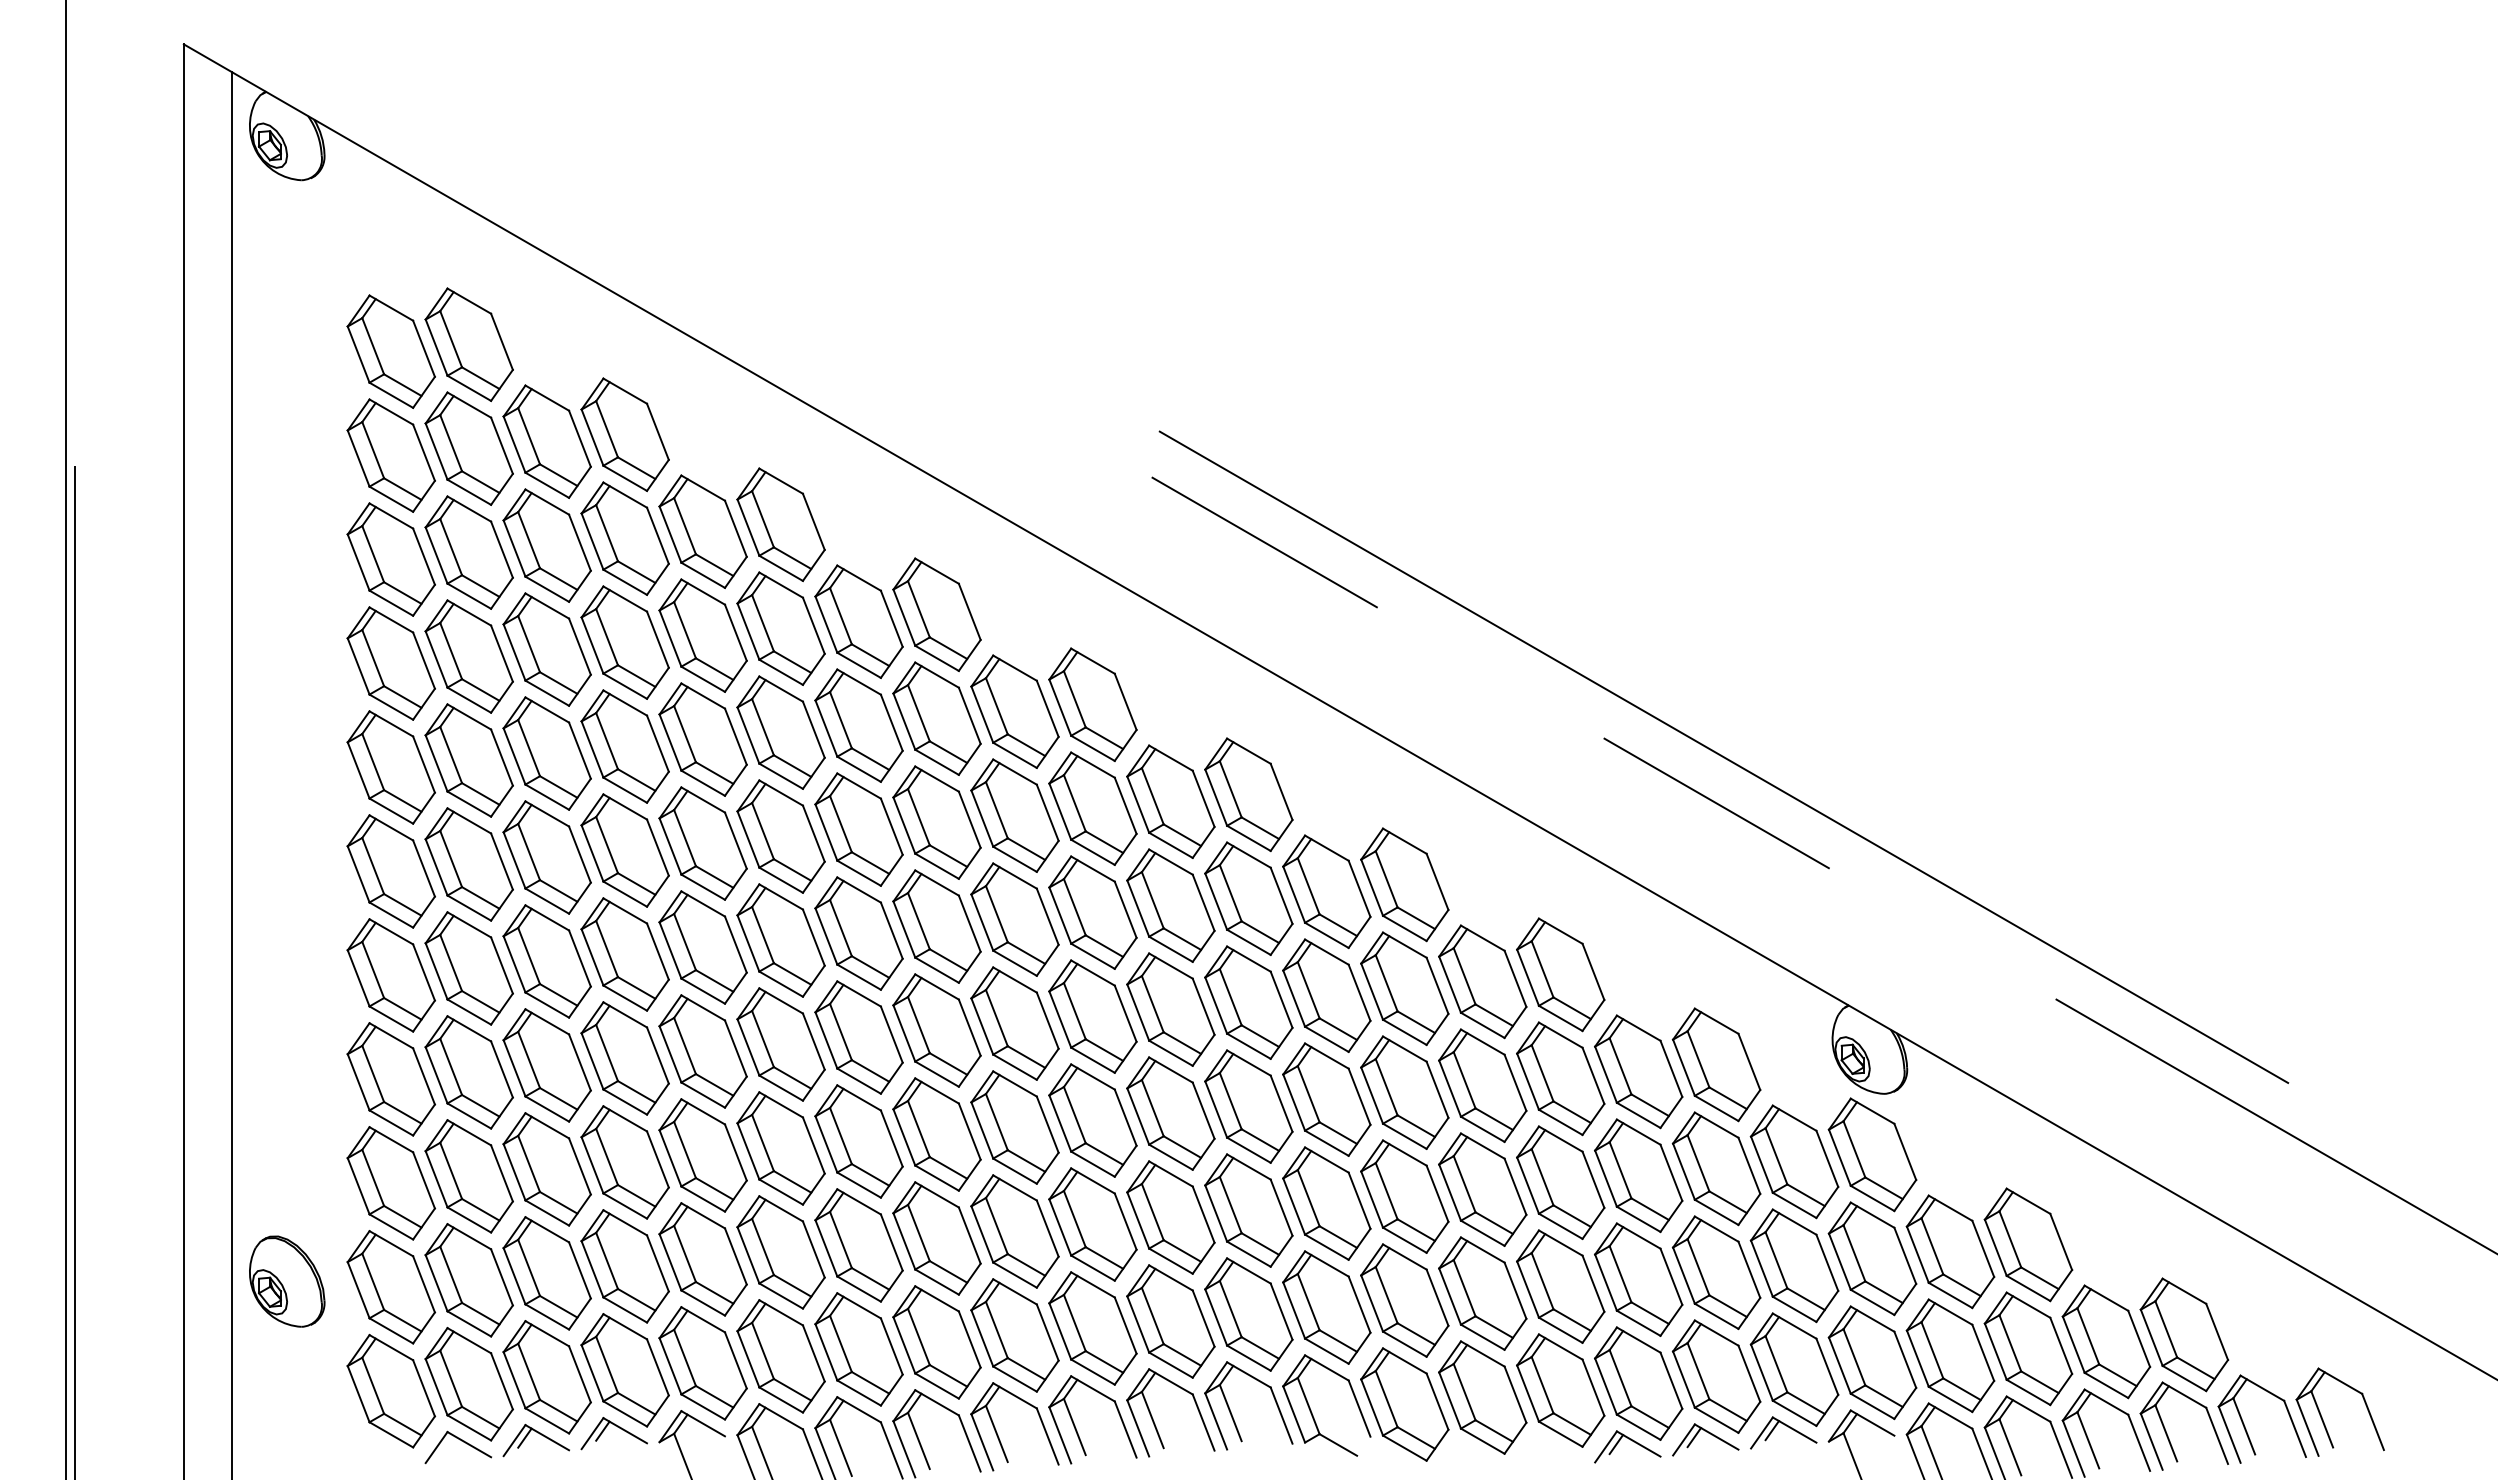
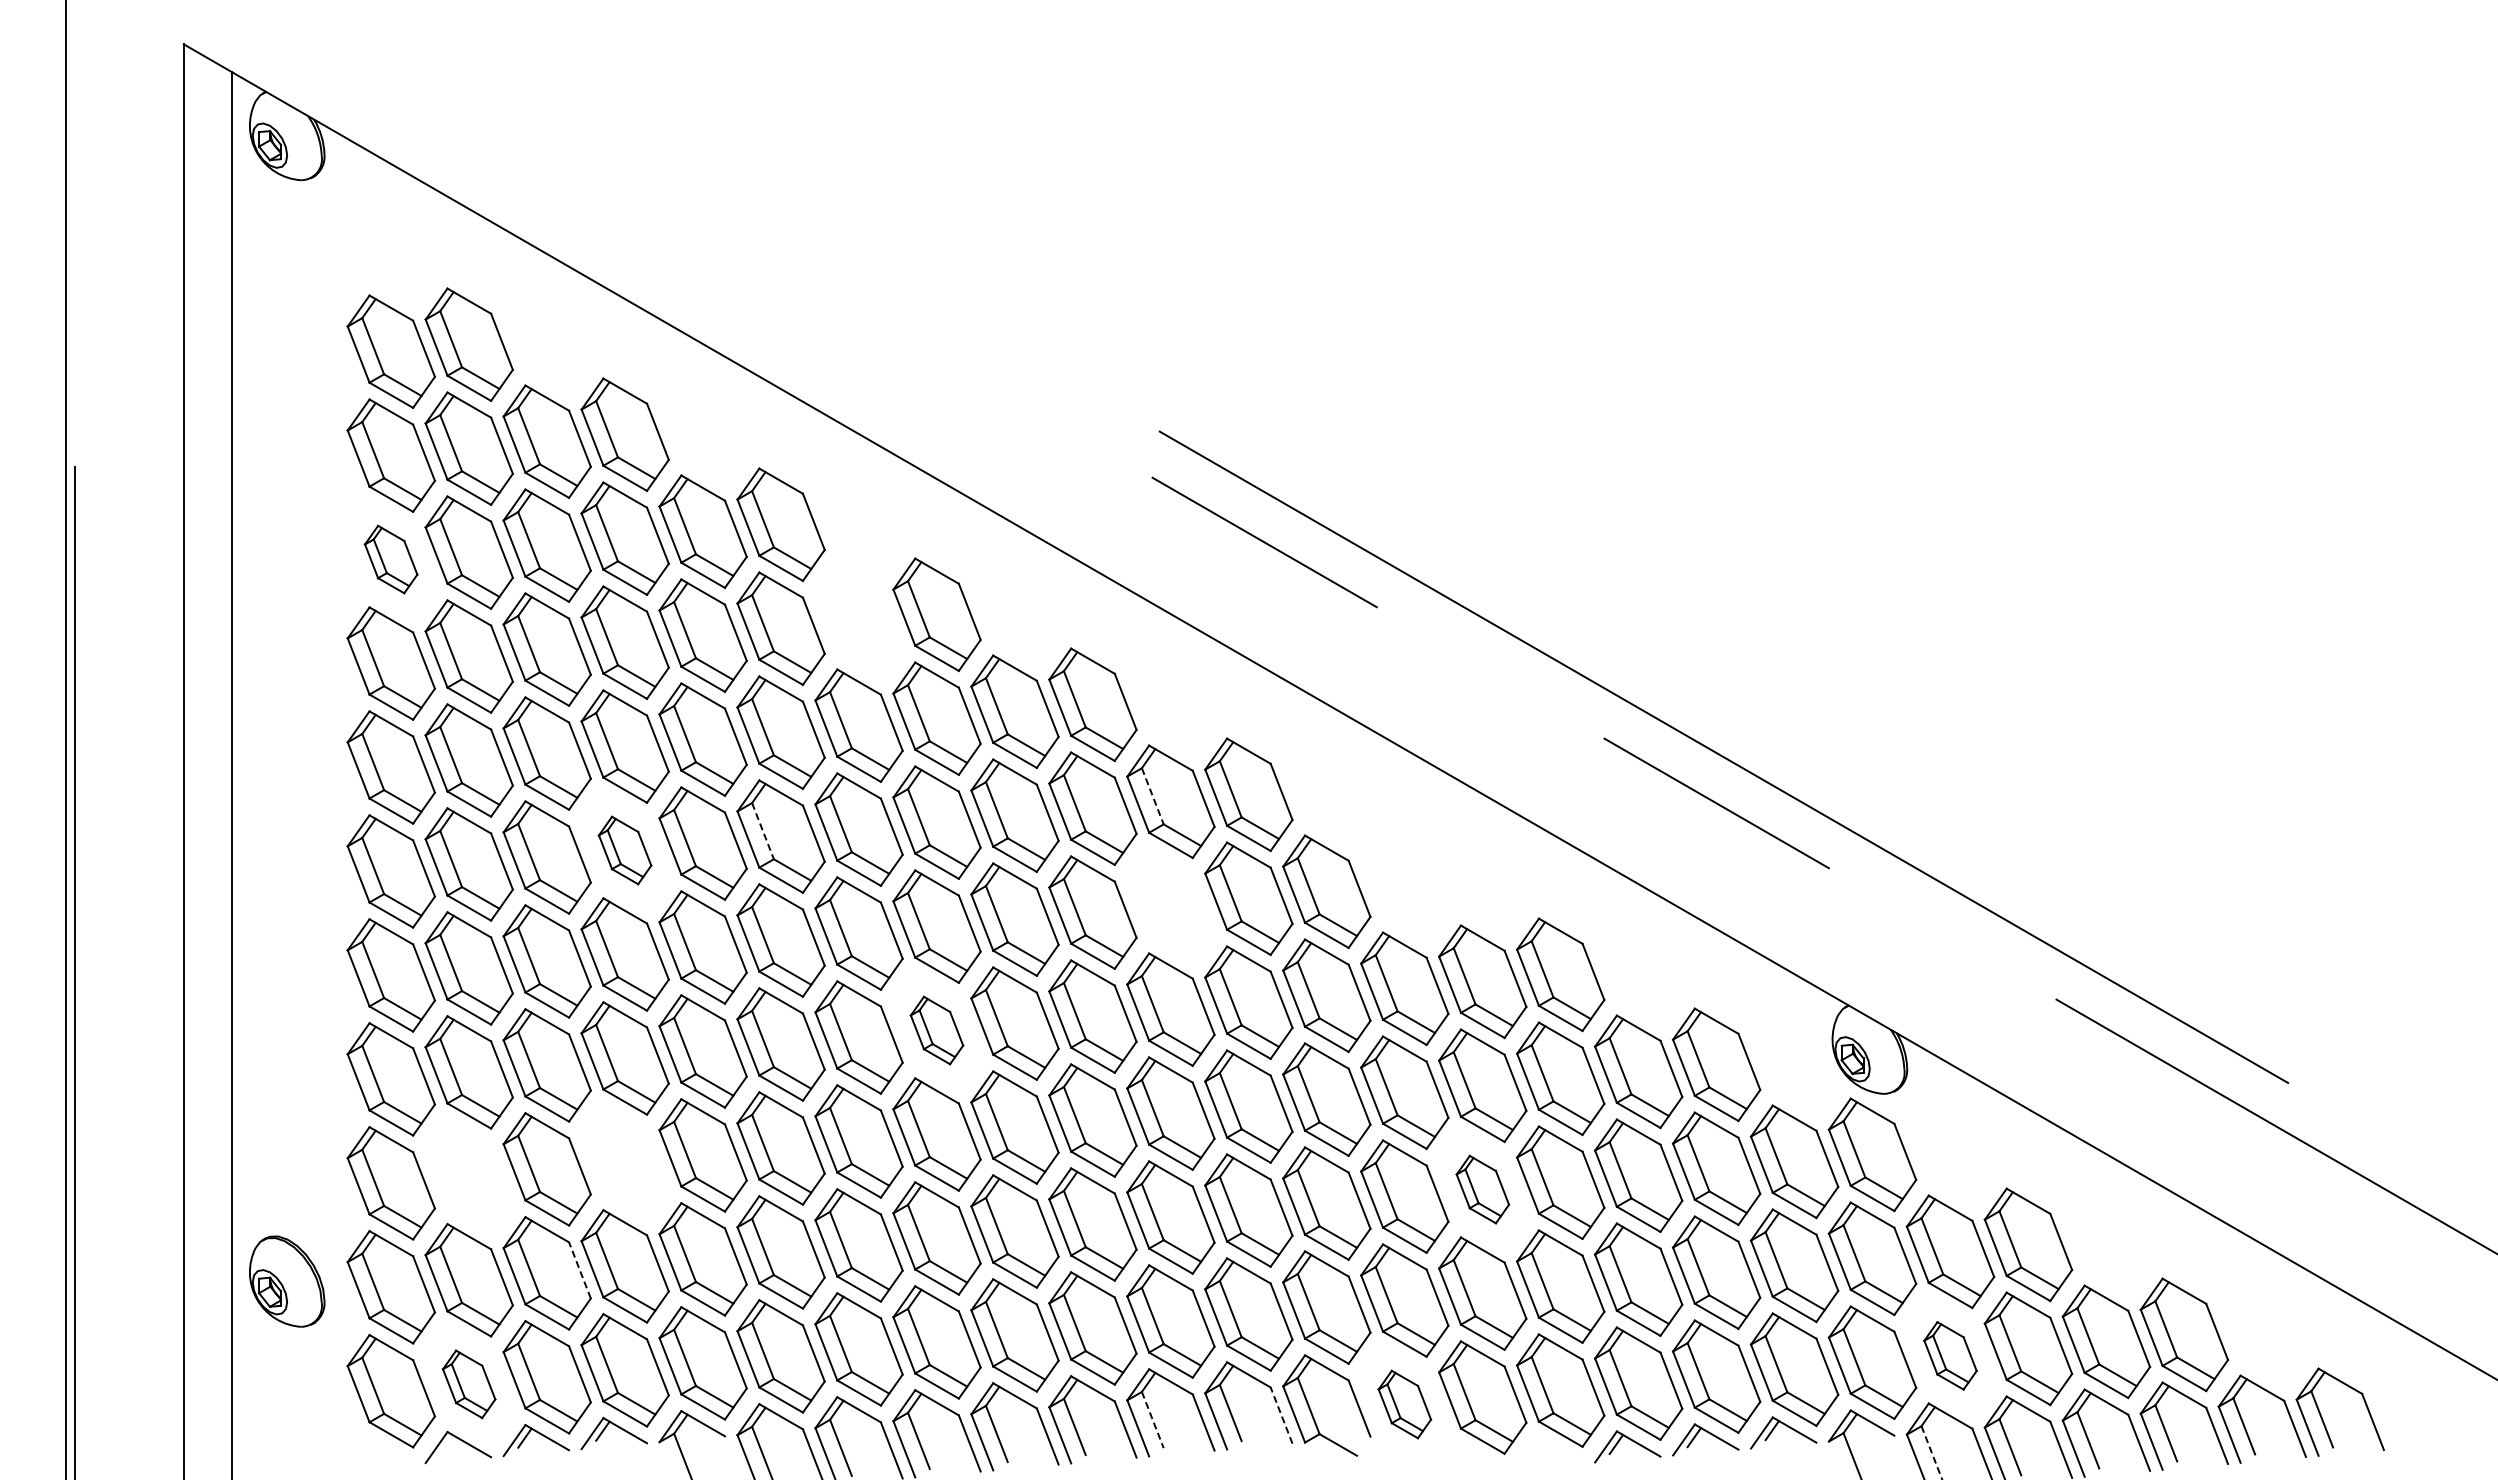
part at (390, 559) size: 90x115 px -> 56x71 px
part at (858, 621): present -> none
line at (1152, 796): solid -> dashed
line at (763, 831): solid -> dashed
part at (624, 850) size: 90x115 px -> 56x71 px
part at (1404, 884): present -> none
part at (1170, 905): present -> none
part at (936, 1030) size: 90x115 px -> 56x71 px
part at (624, 1162): present -> none
part at (468, 1176): present -> none
part at (1482, 1189) size: 90x115 px -> 56x71 px
line at (579, 1269): solid -> dashed
part at (1950, 1355) size: 91x116 px -> 55x70 px
part at (468, 1384) size: 90x115 px -> 56x71 px
part at (1404, 1404) size: 90x115 px -> 56x71 px
line at (1281, 1415): solid -> dashed
line at (1152, 1420): solid -> dashed
line at (1931, 1452): solid -> dashed
